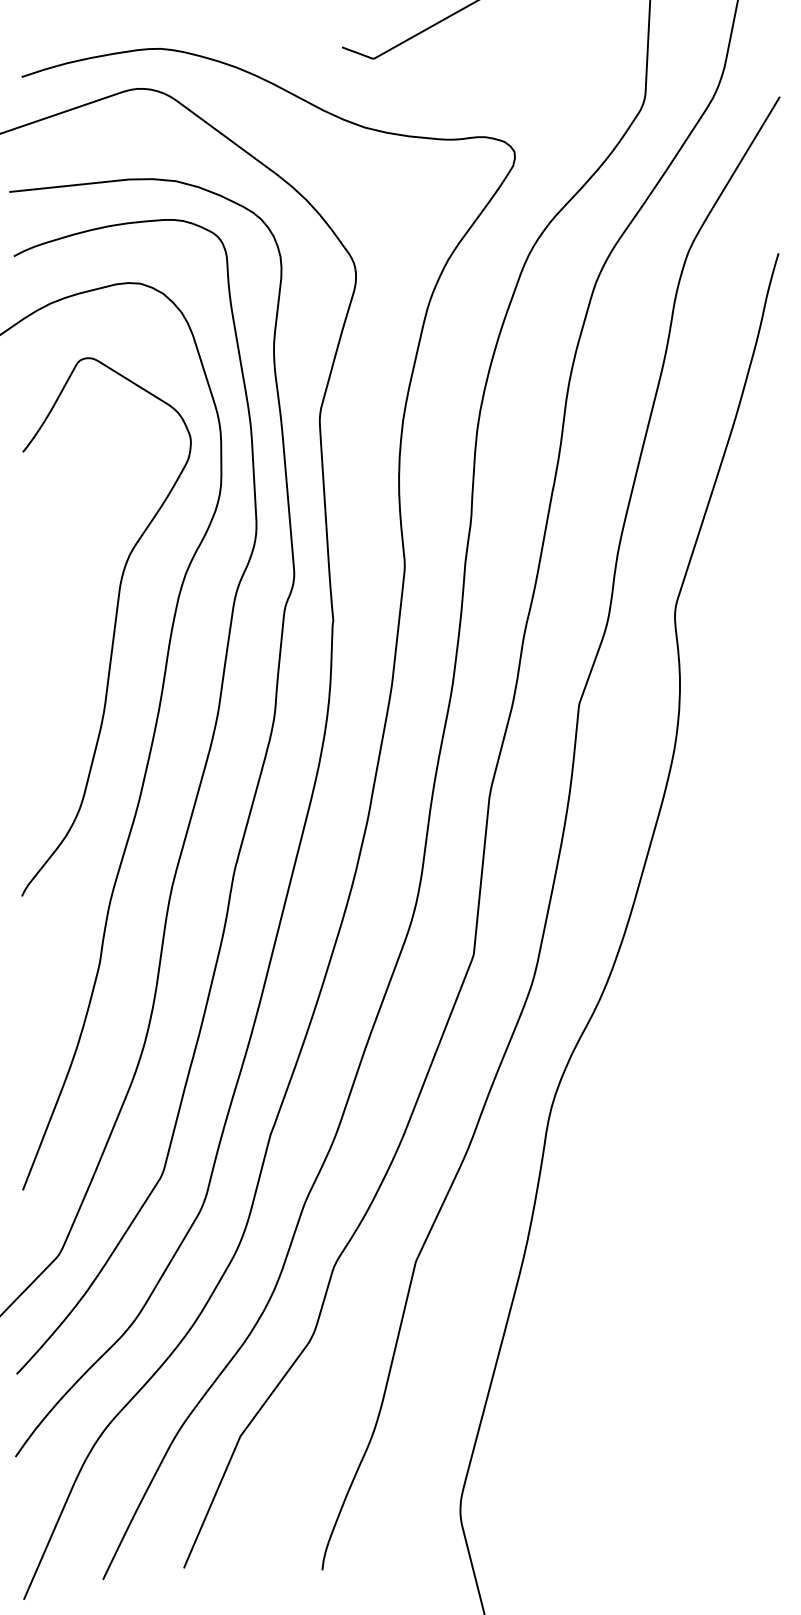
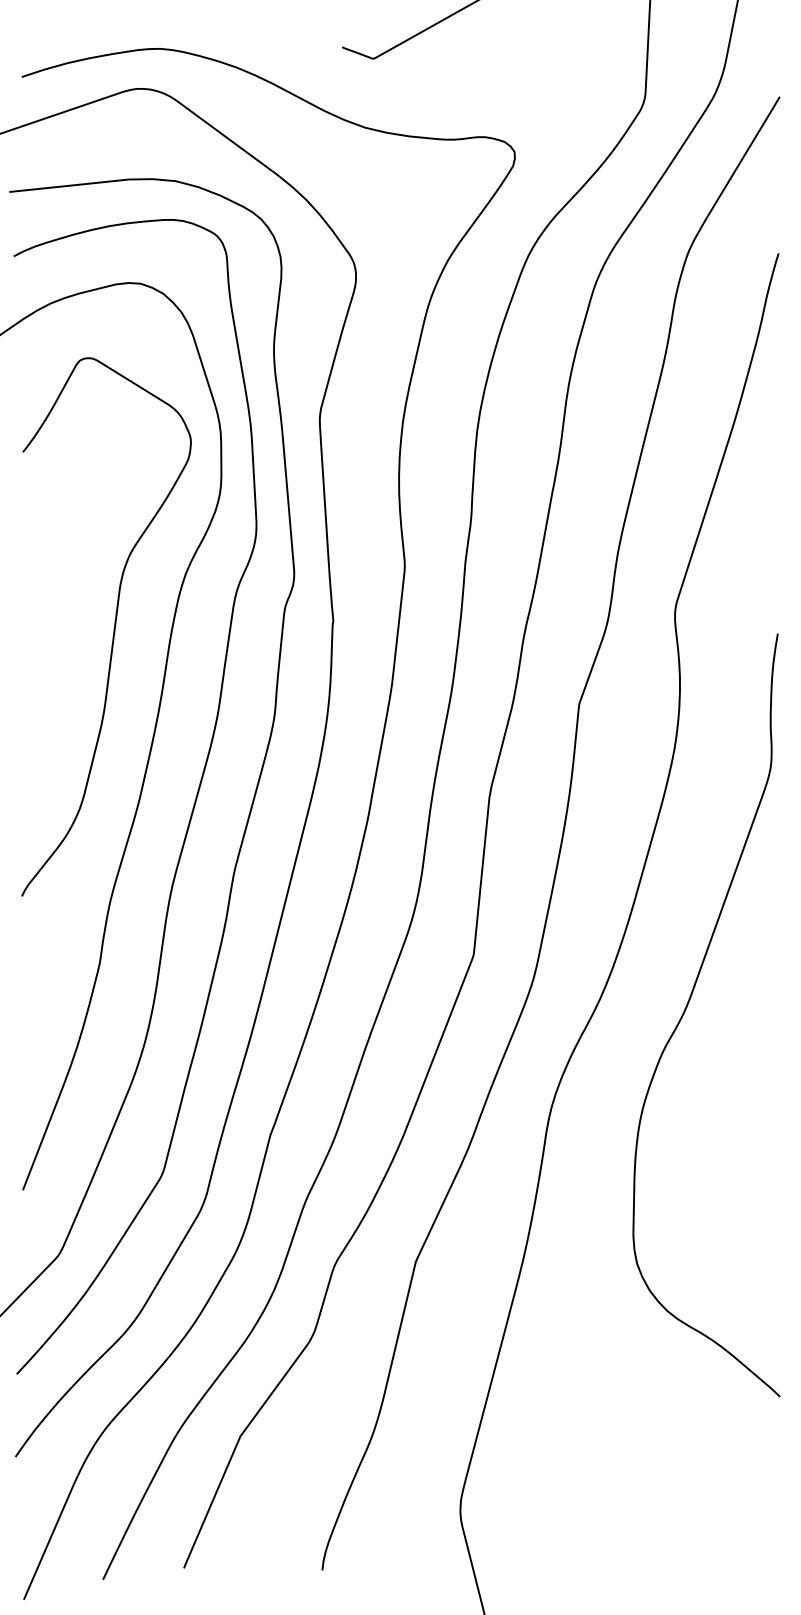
curve at (688, 1005): none -> present
